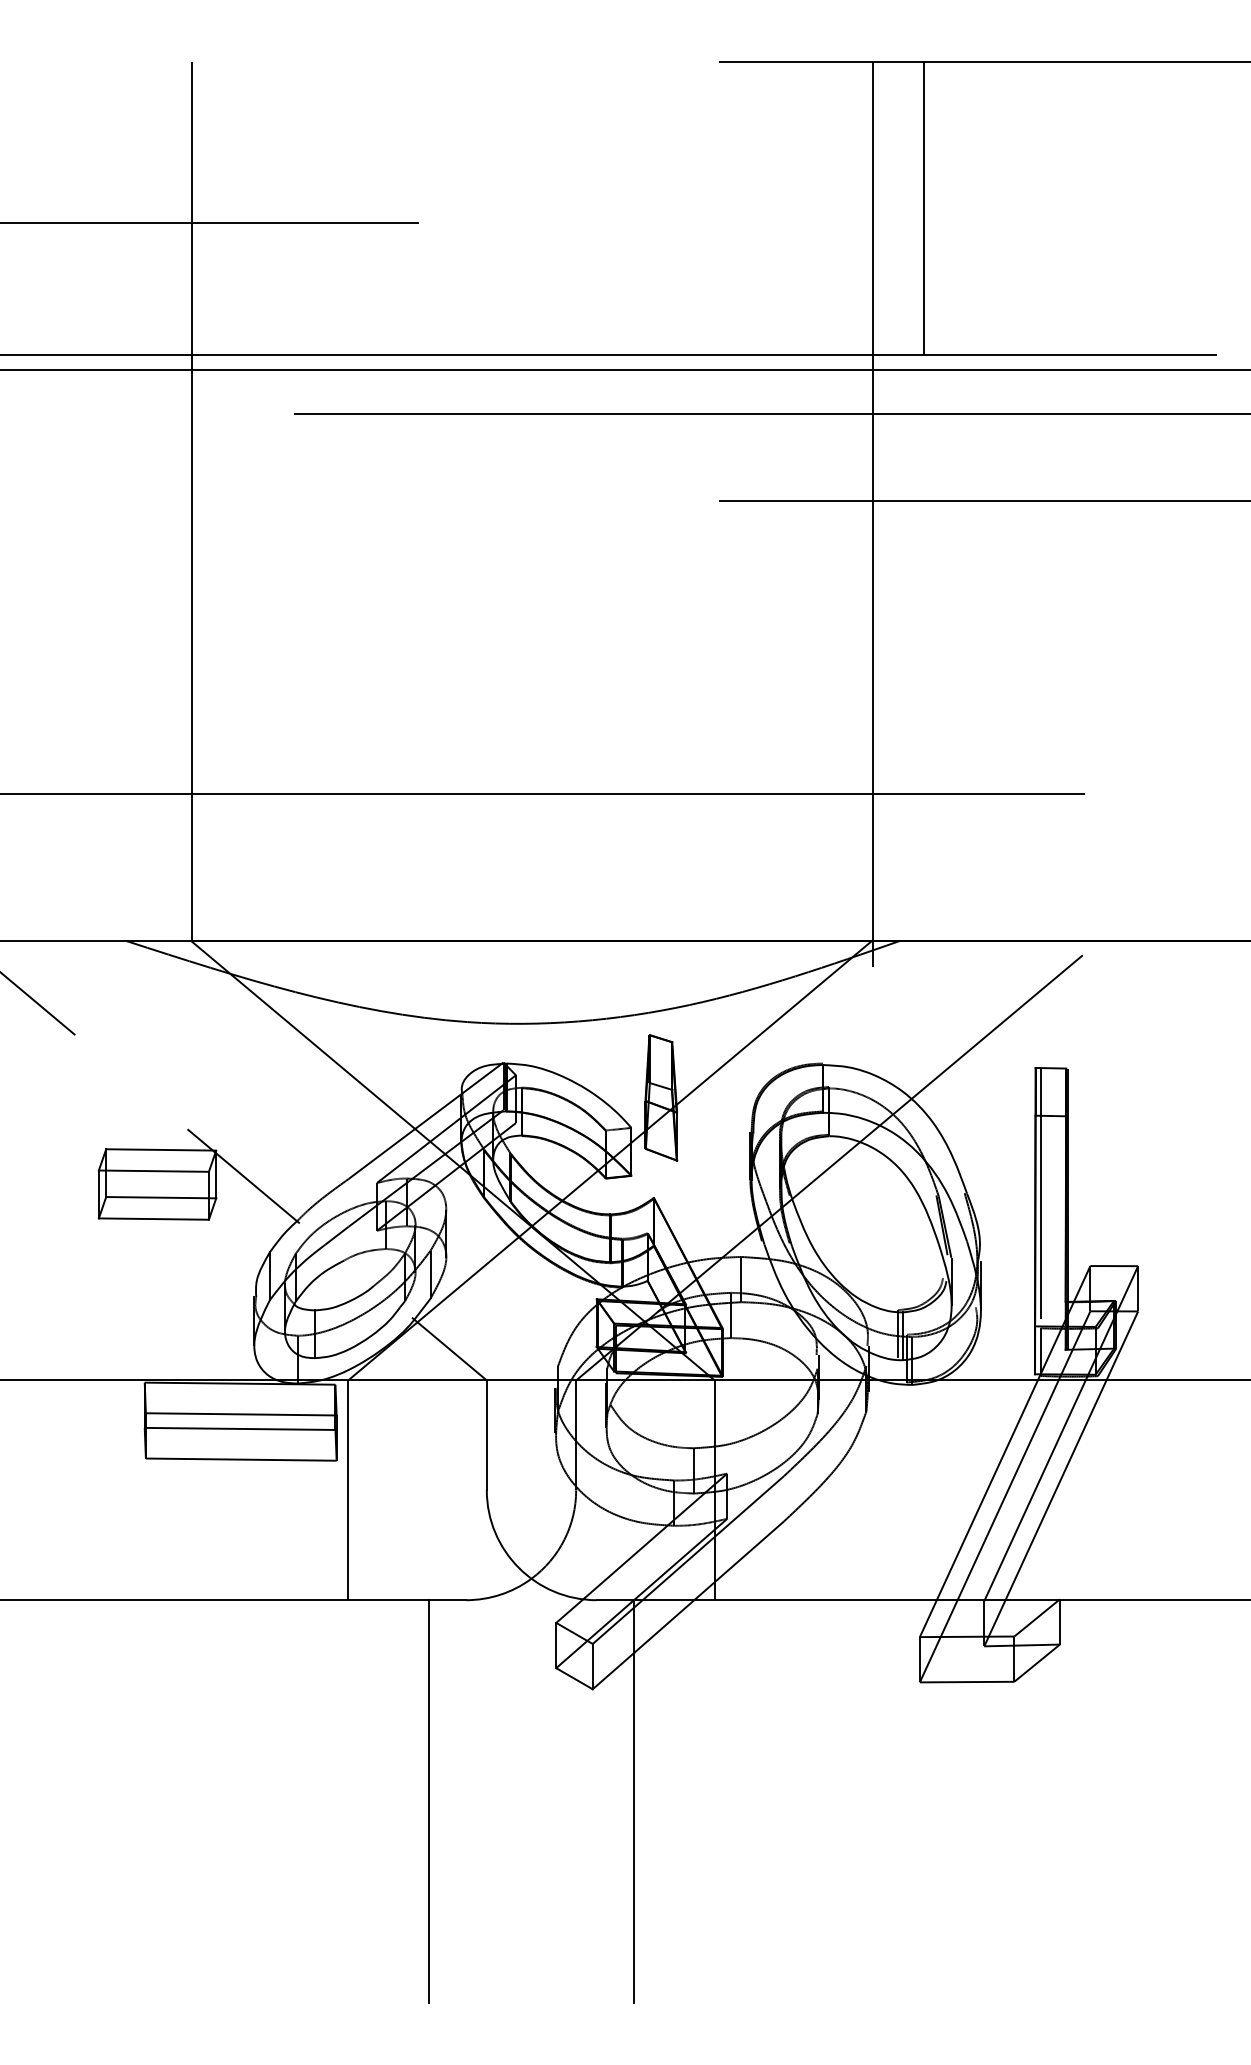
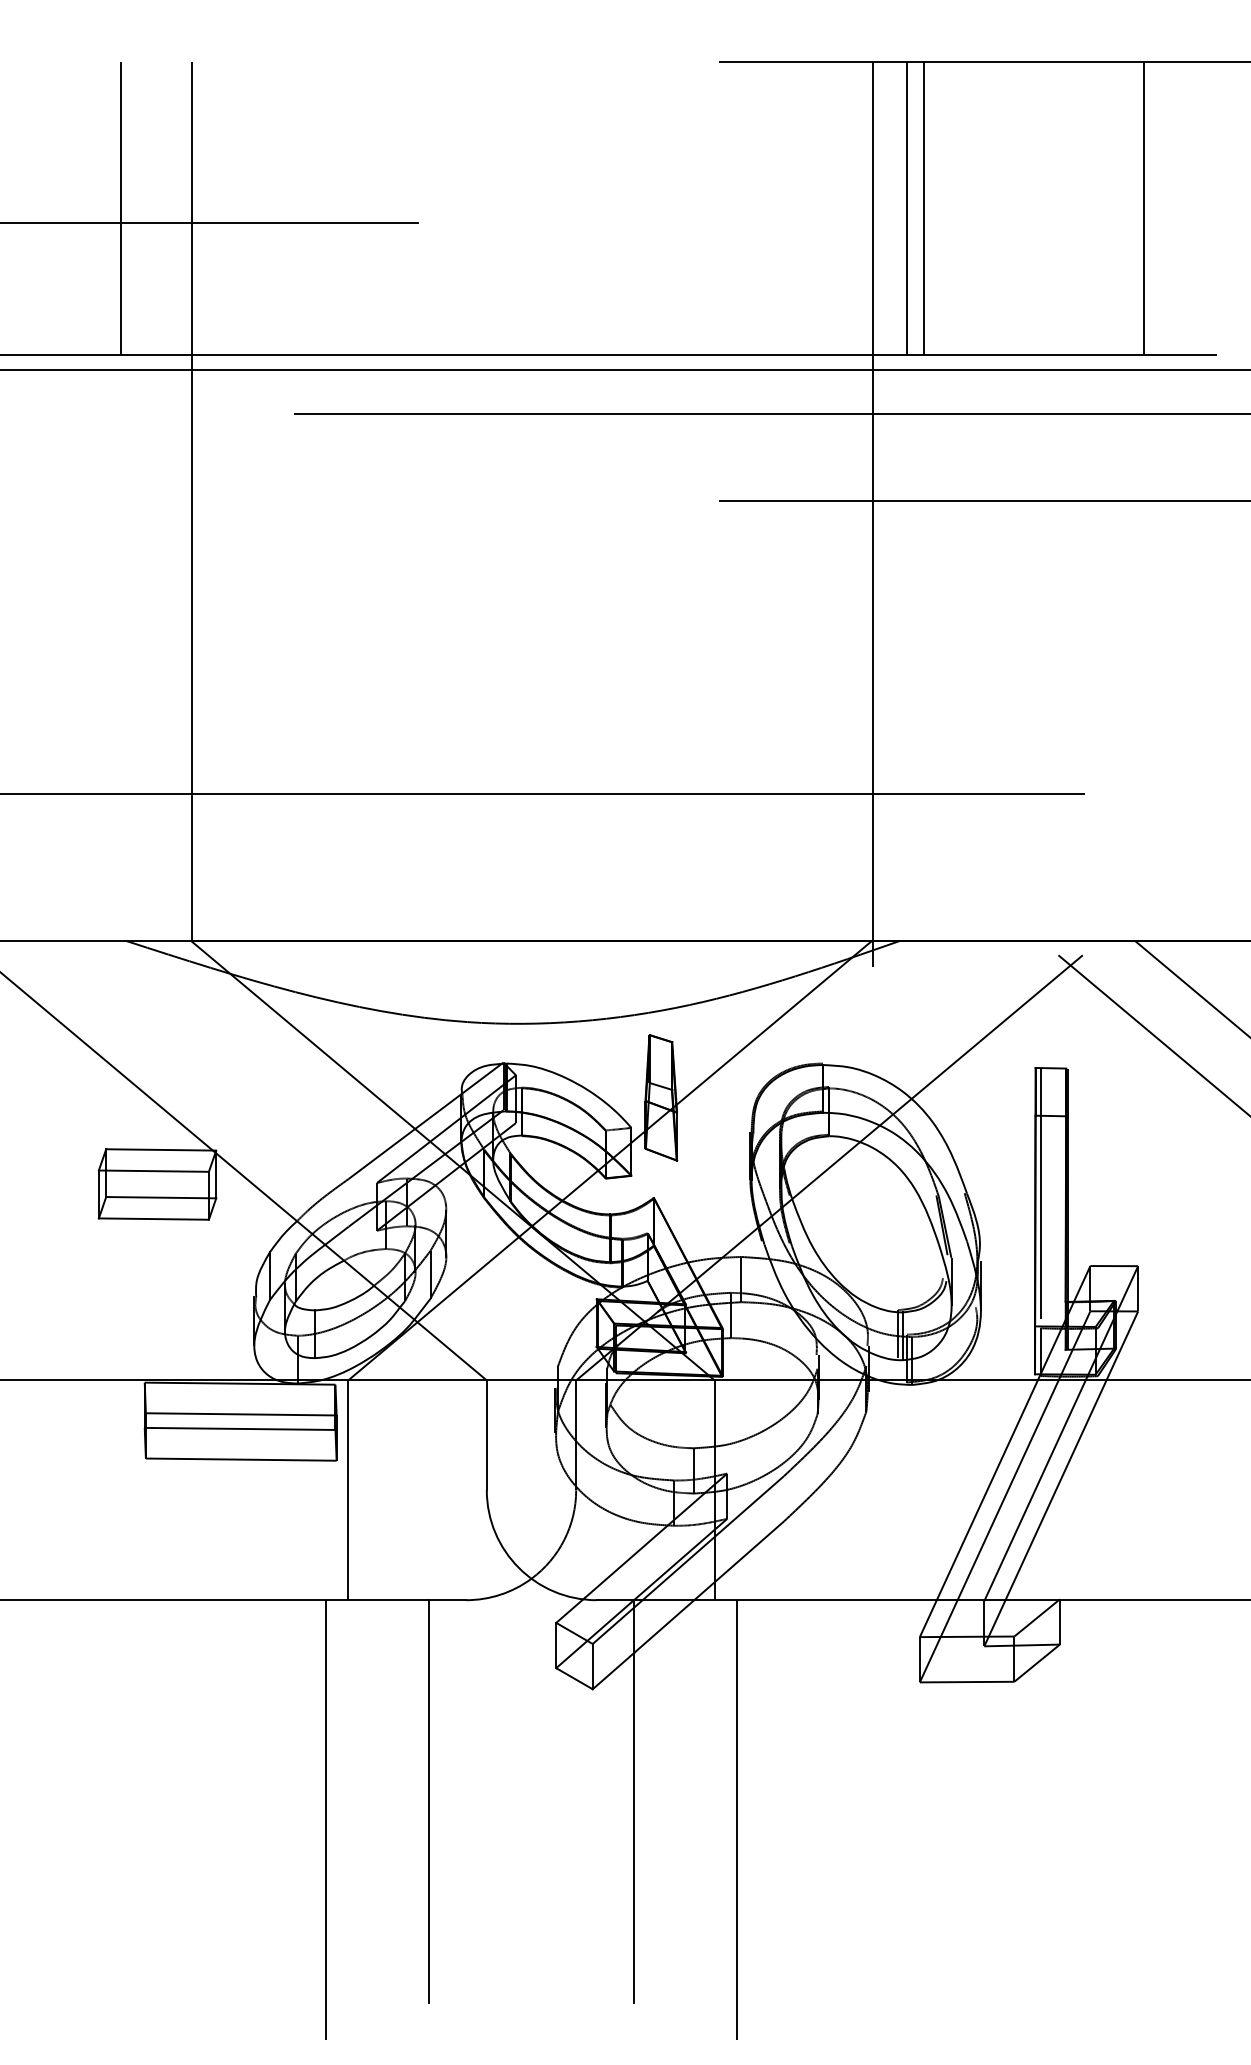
line at (121, 207): none -> present
line at (906, 207): none -> present
line at (1143, 207): none -> present
line at (1191, 987): none -> present
line at (1152, 1034): none -> present
line at (244, 1176): dashed -> solid
line at (326, 1819): none -> present
line at (736, 1819): none -> present
